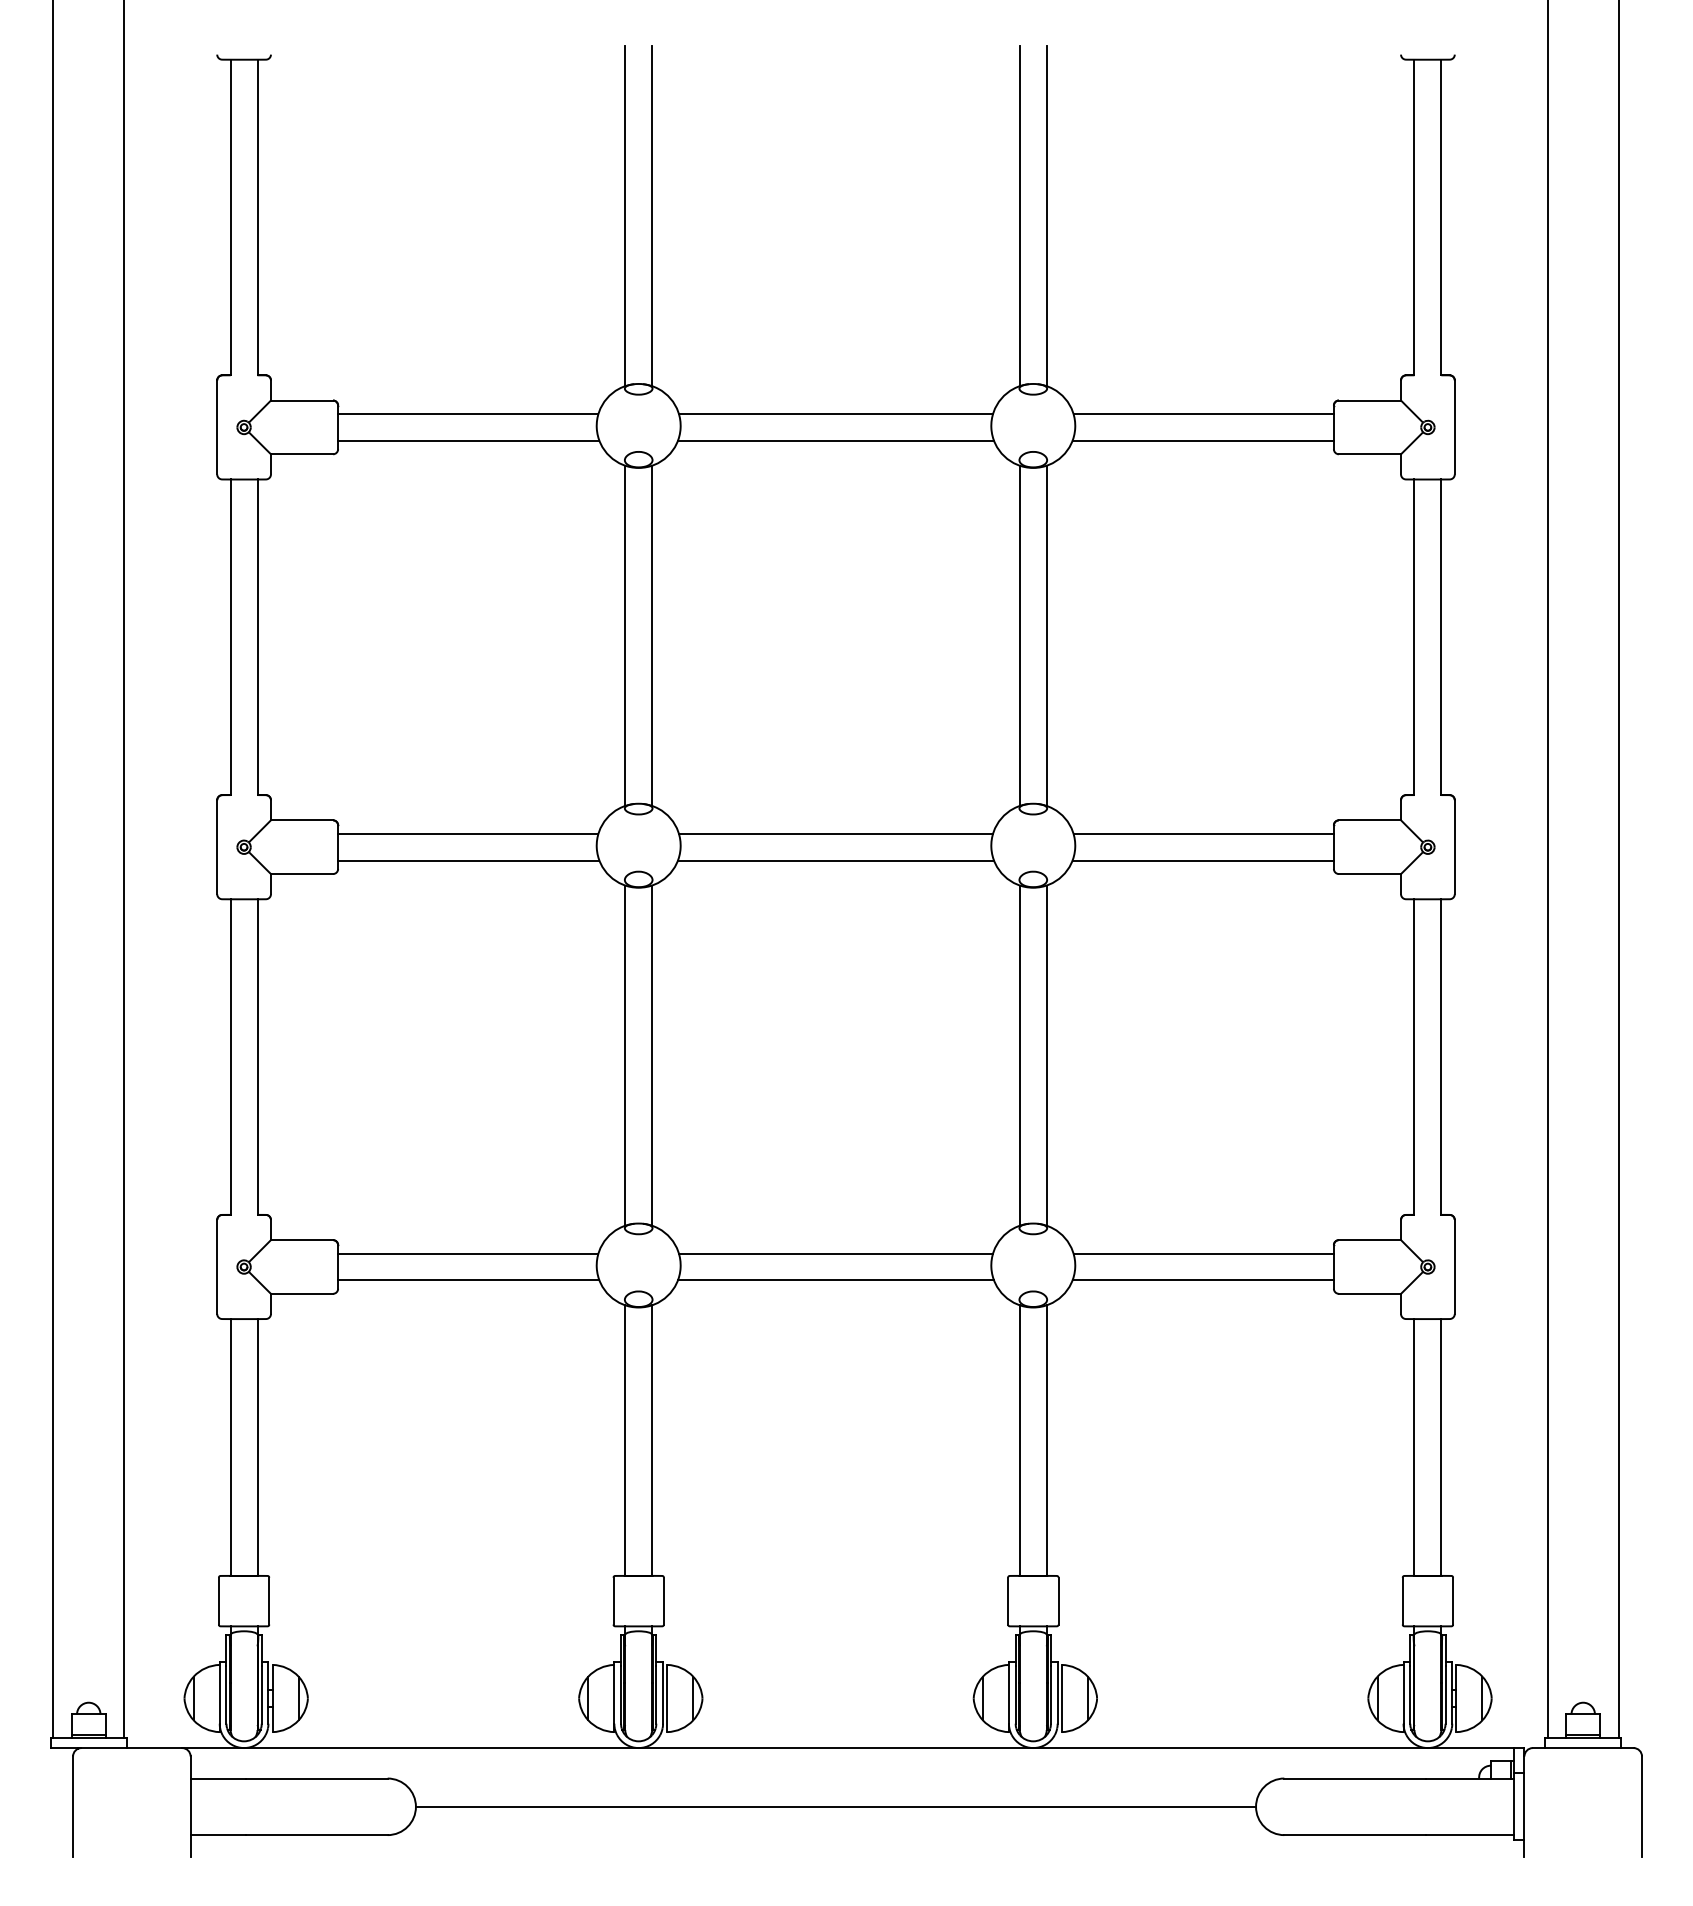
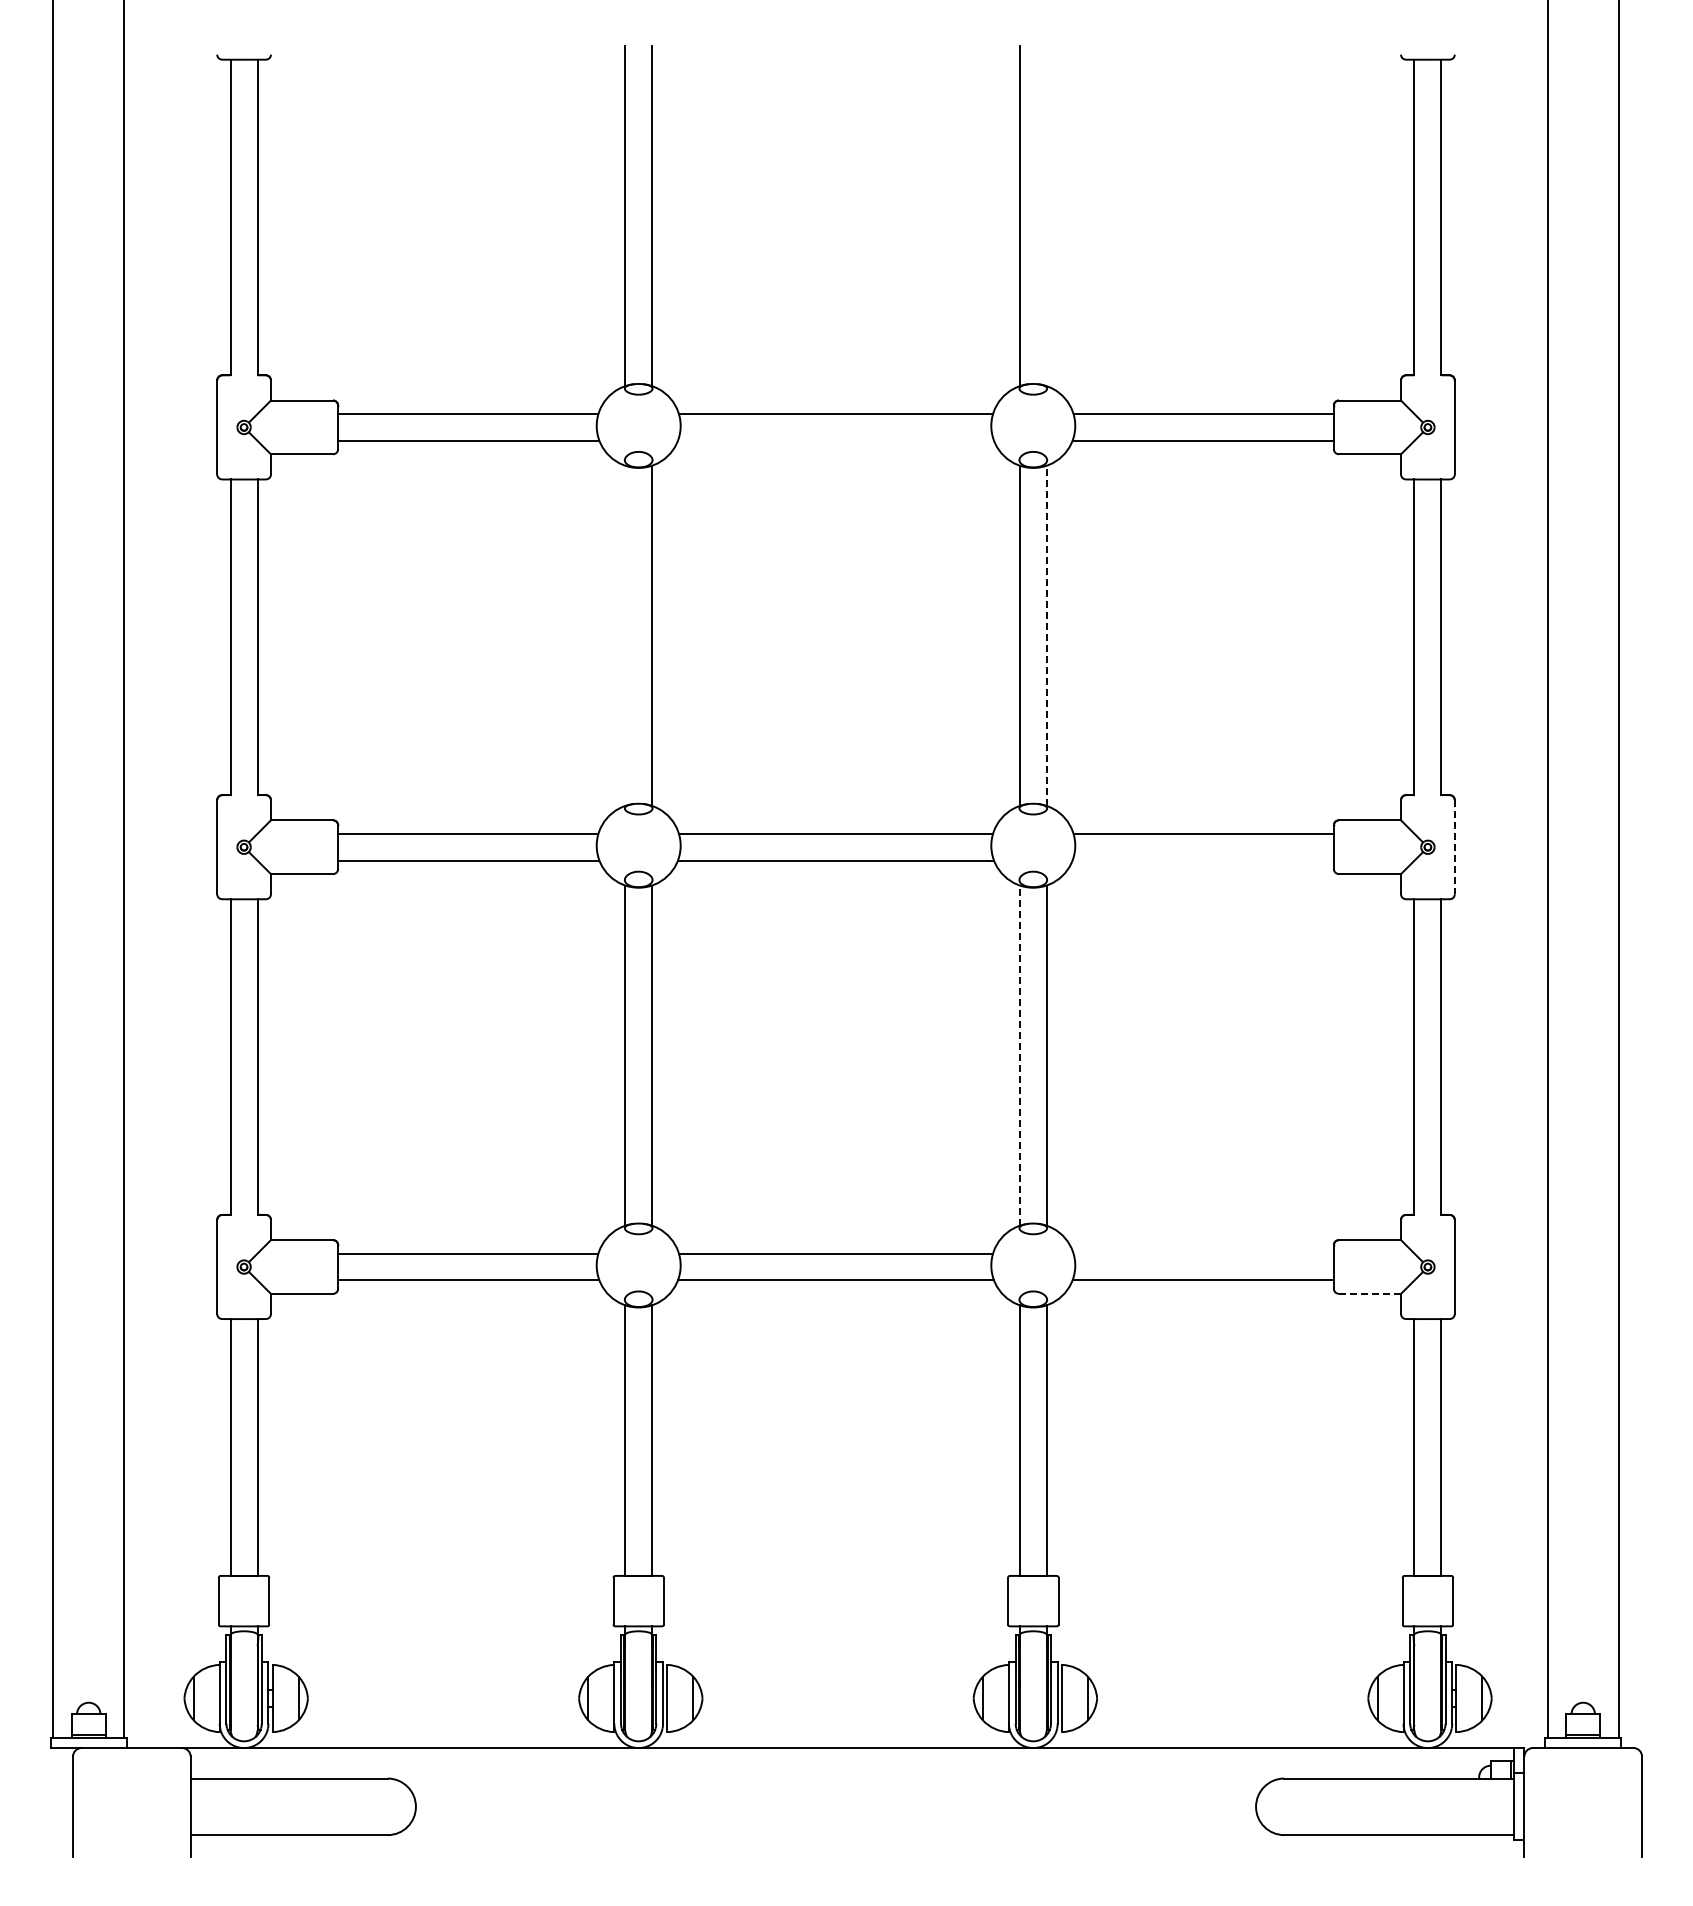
line at (1046, 215): present -> none
line at (835, 440): present -> none
line at (625, 635): present -> none
line at (1046, 635): solid -> dashed
line at (1454, 847): solid -> dashed
line at (1202, 860): present -> none
line at (1019, 1055): solid -> dashed
line at (1203, 1253): present -> none
line at (1369, 1293): solid -> dashed
line at (835, 1806): present -> none
